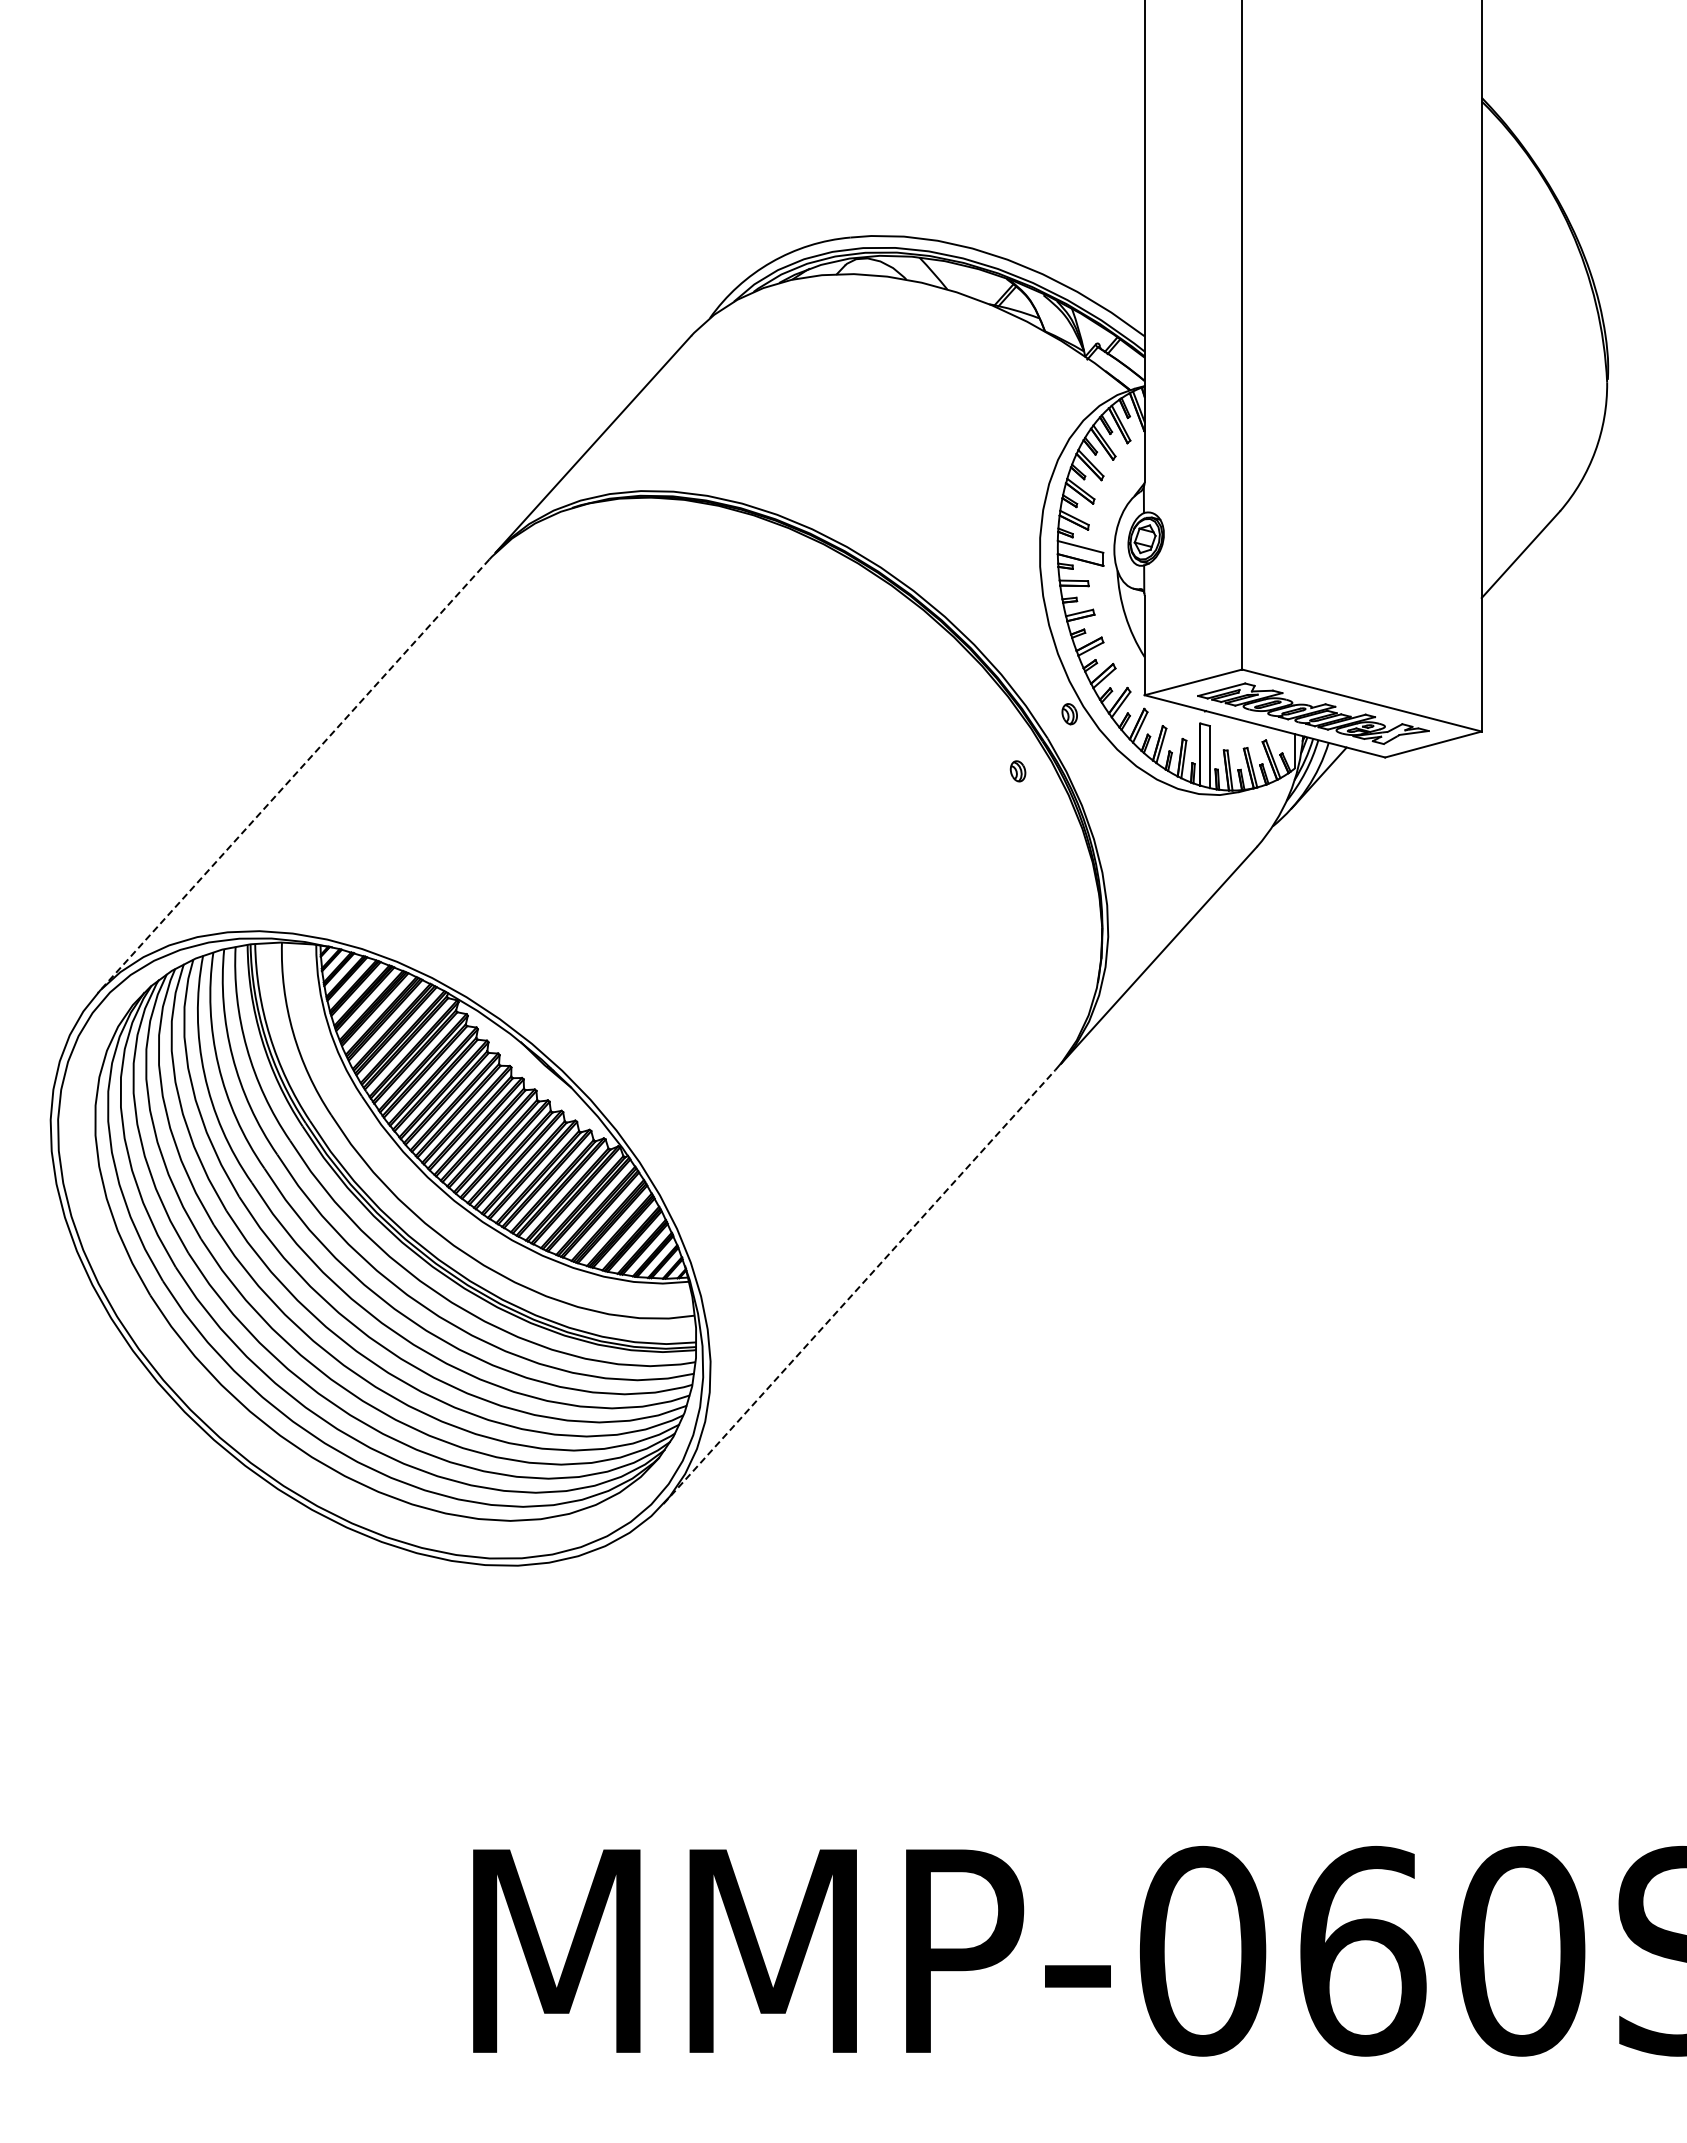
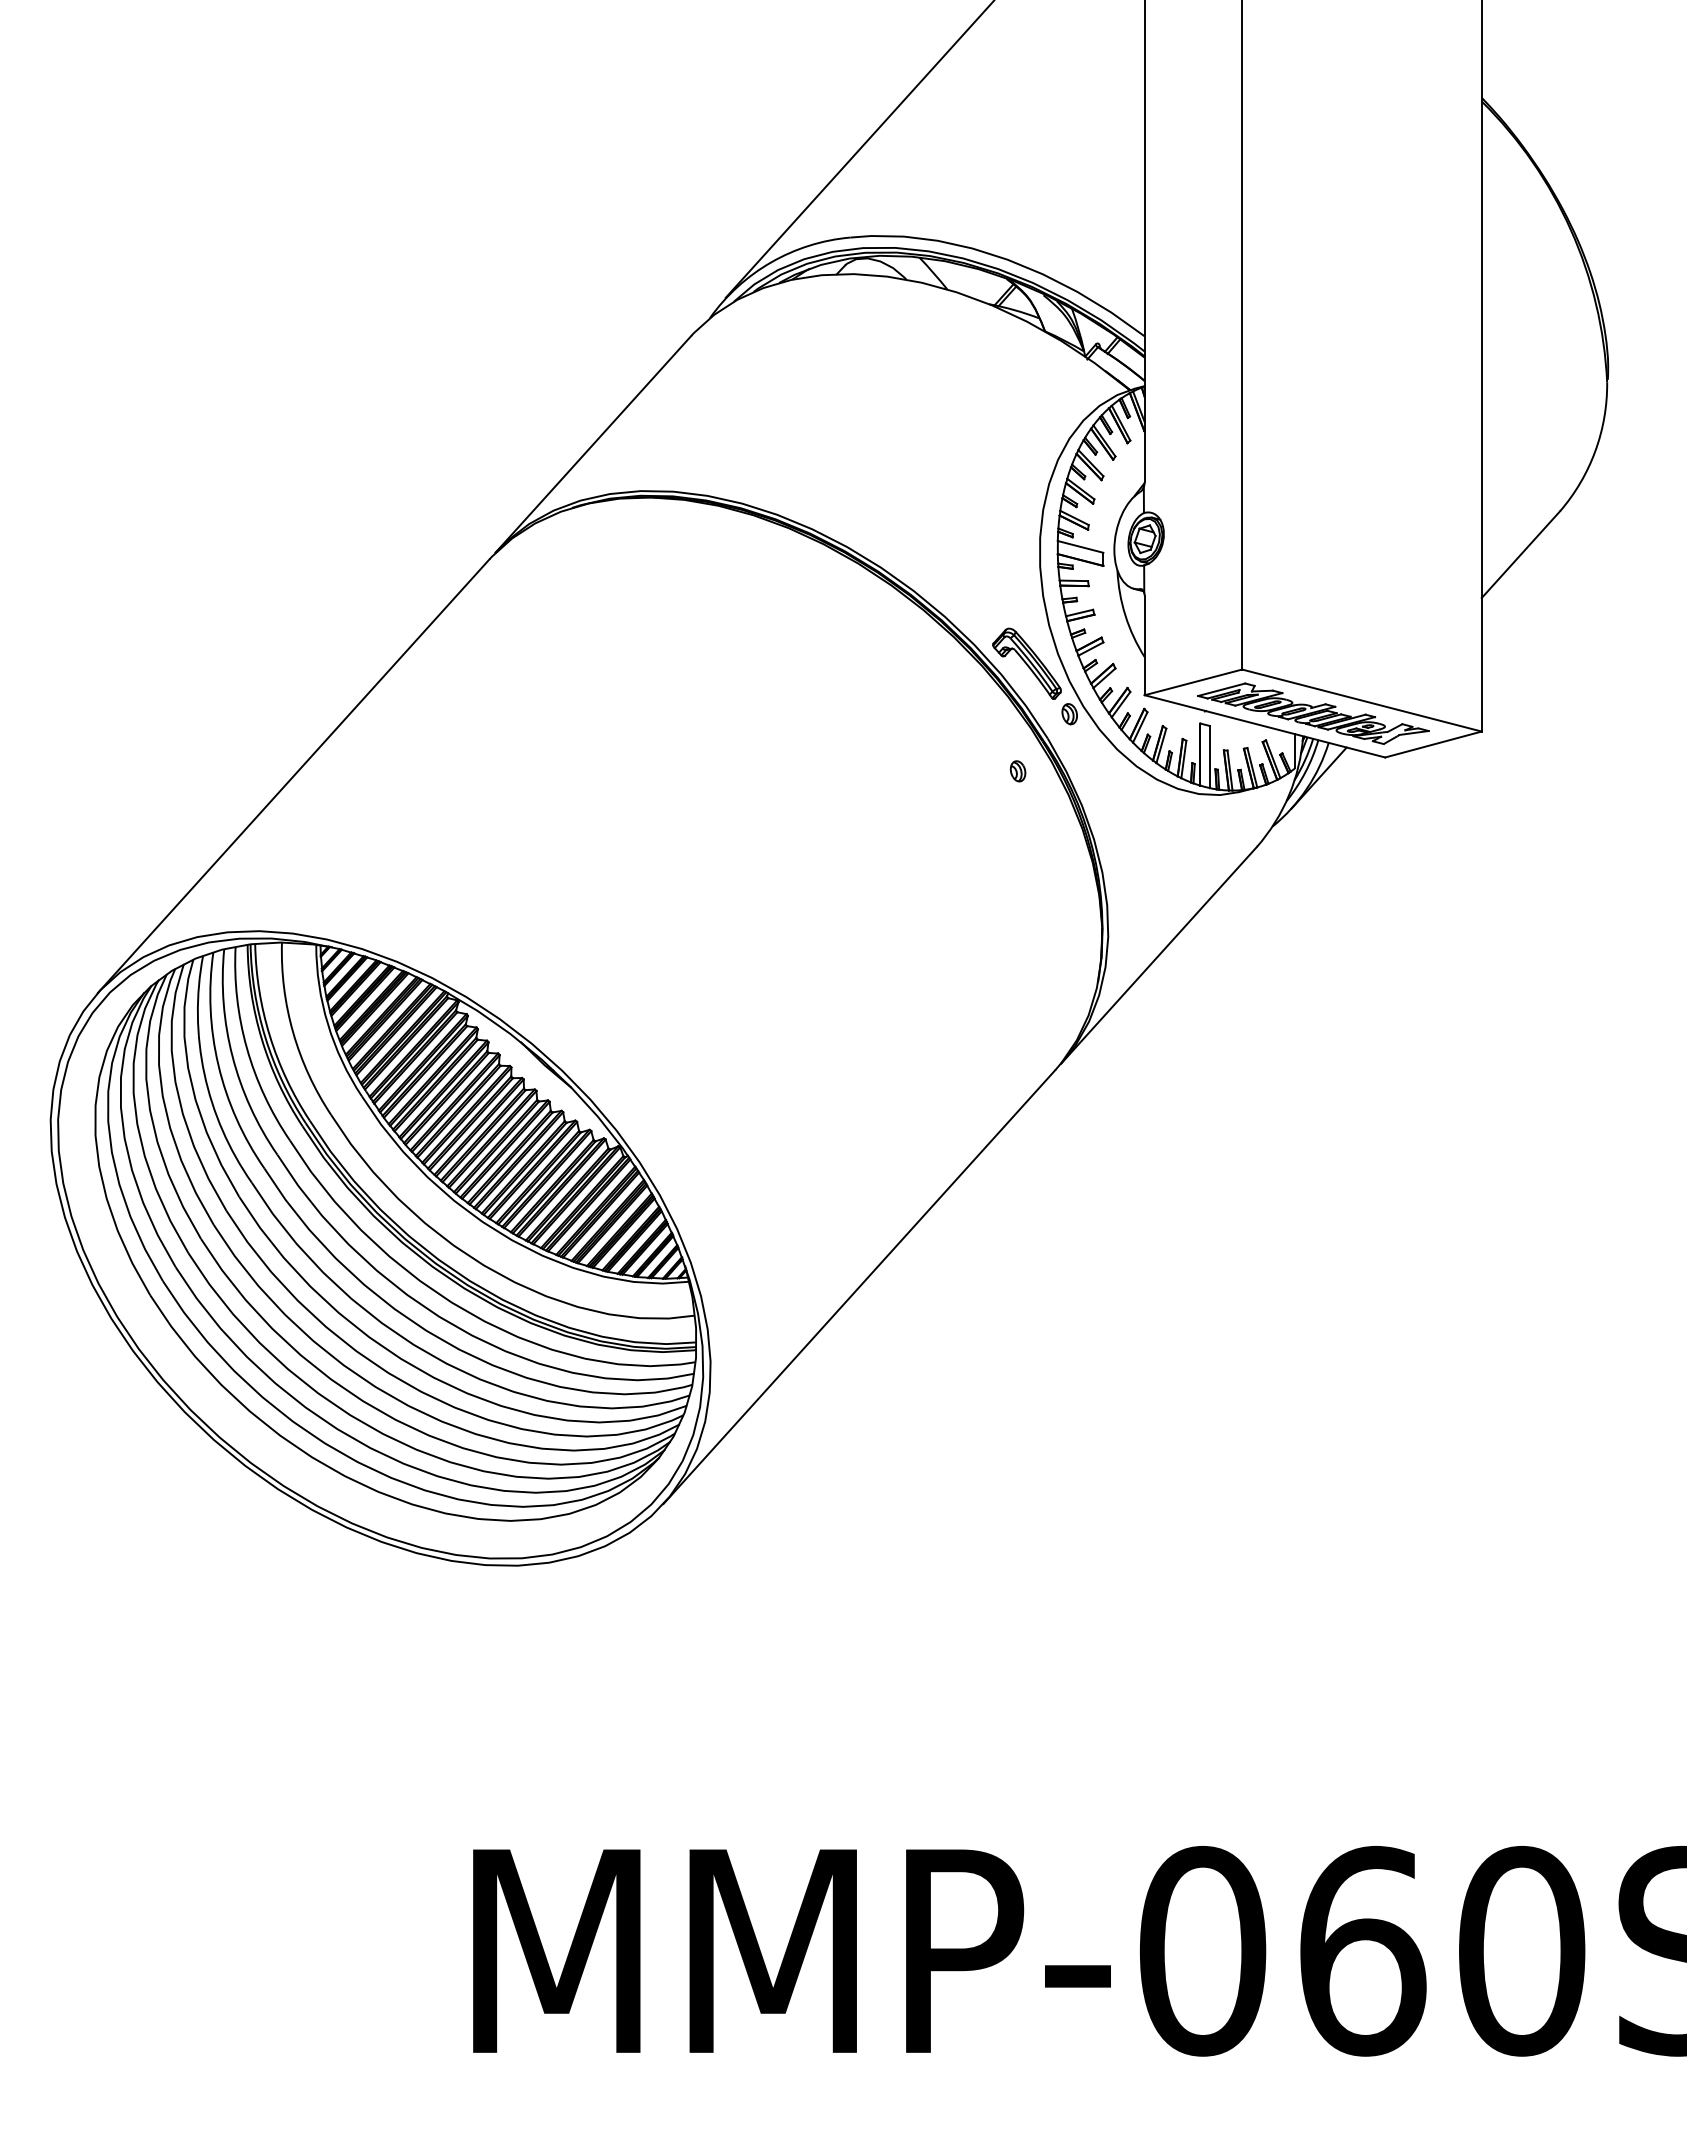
line at (858, 149): none -> present
part at (1026, 663): none -> present
line at (293, 776): dashed -> solid
line at (859, 1286): dashed -> solid
